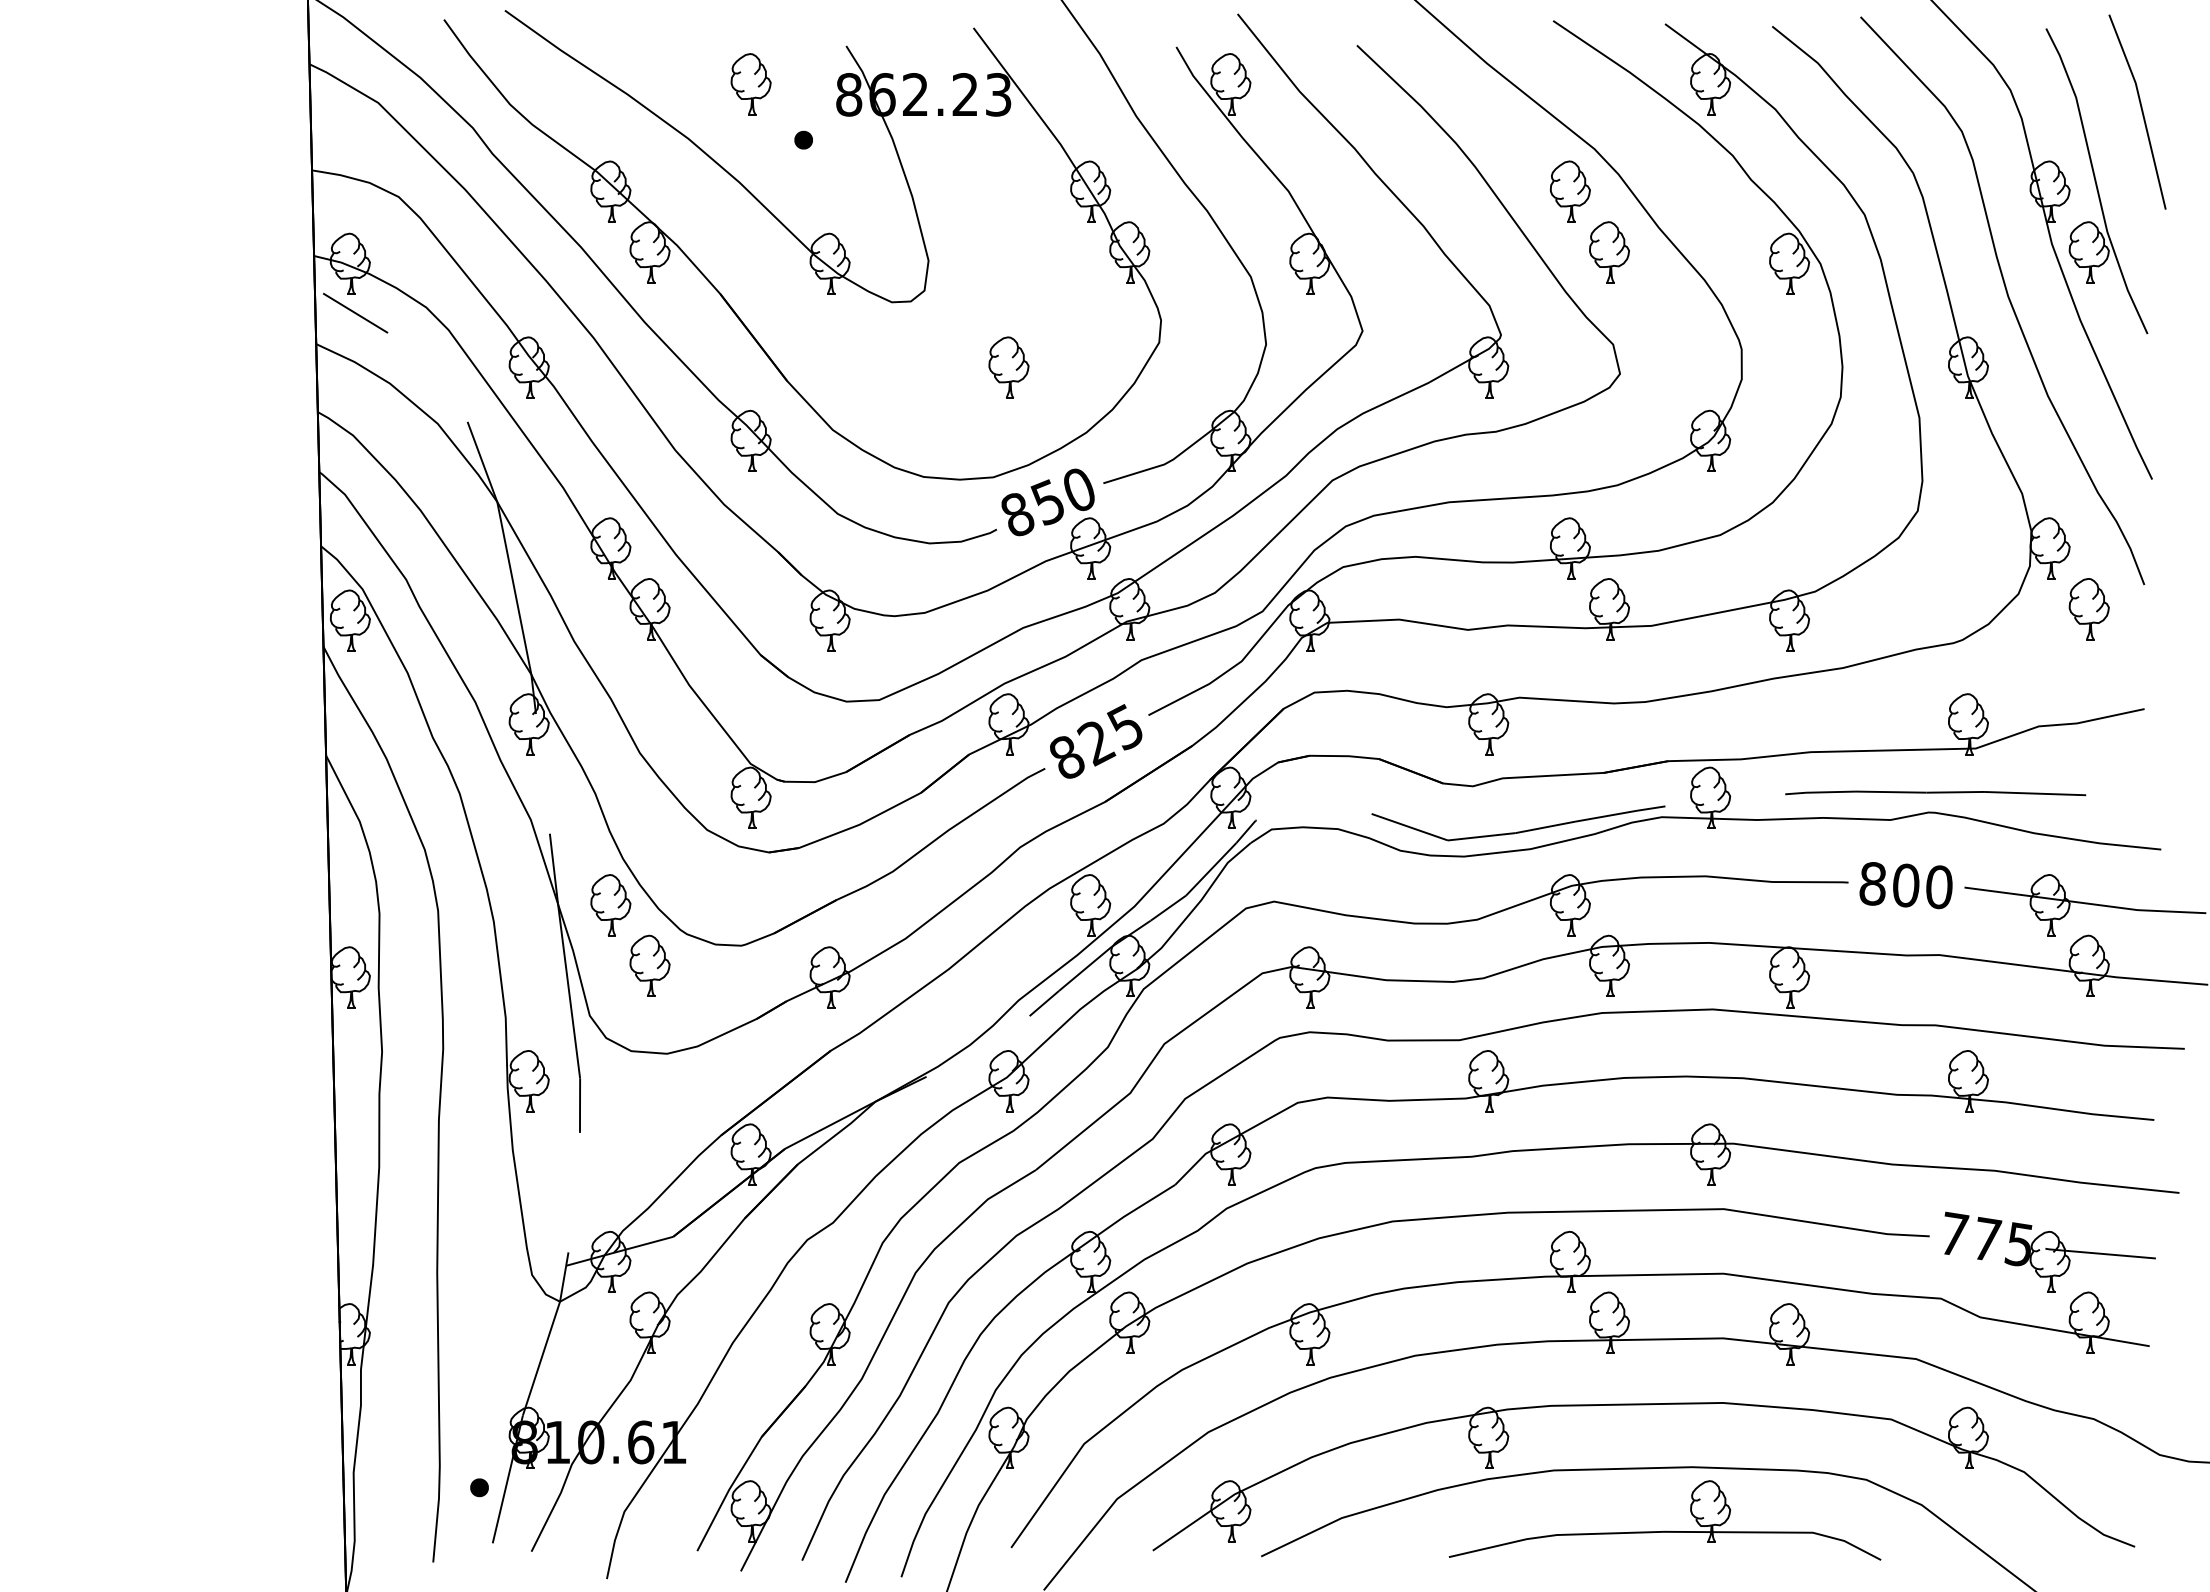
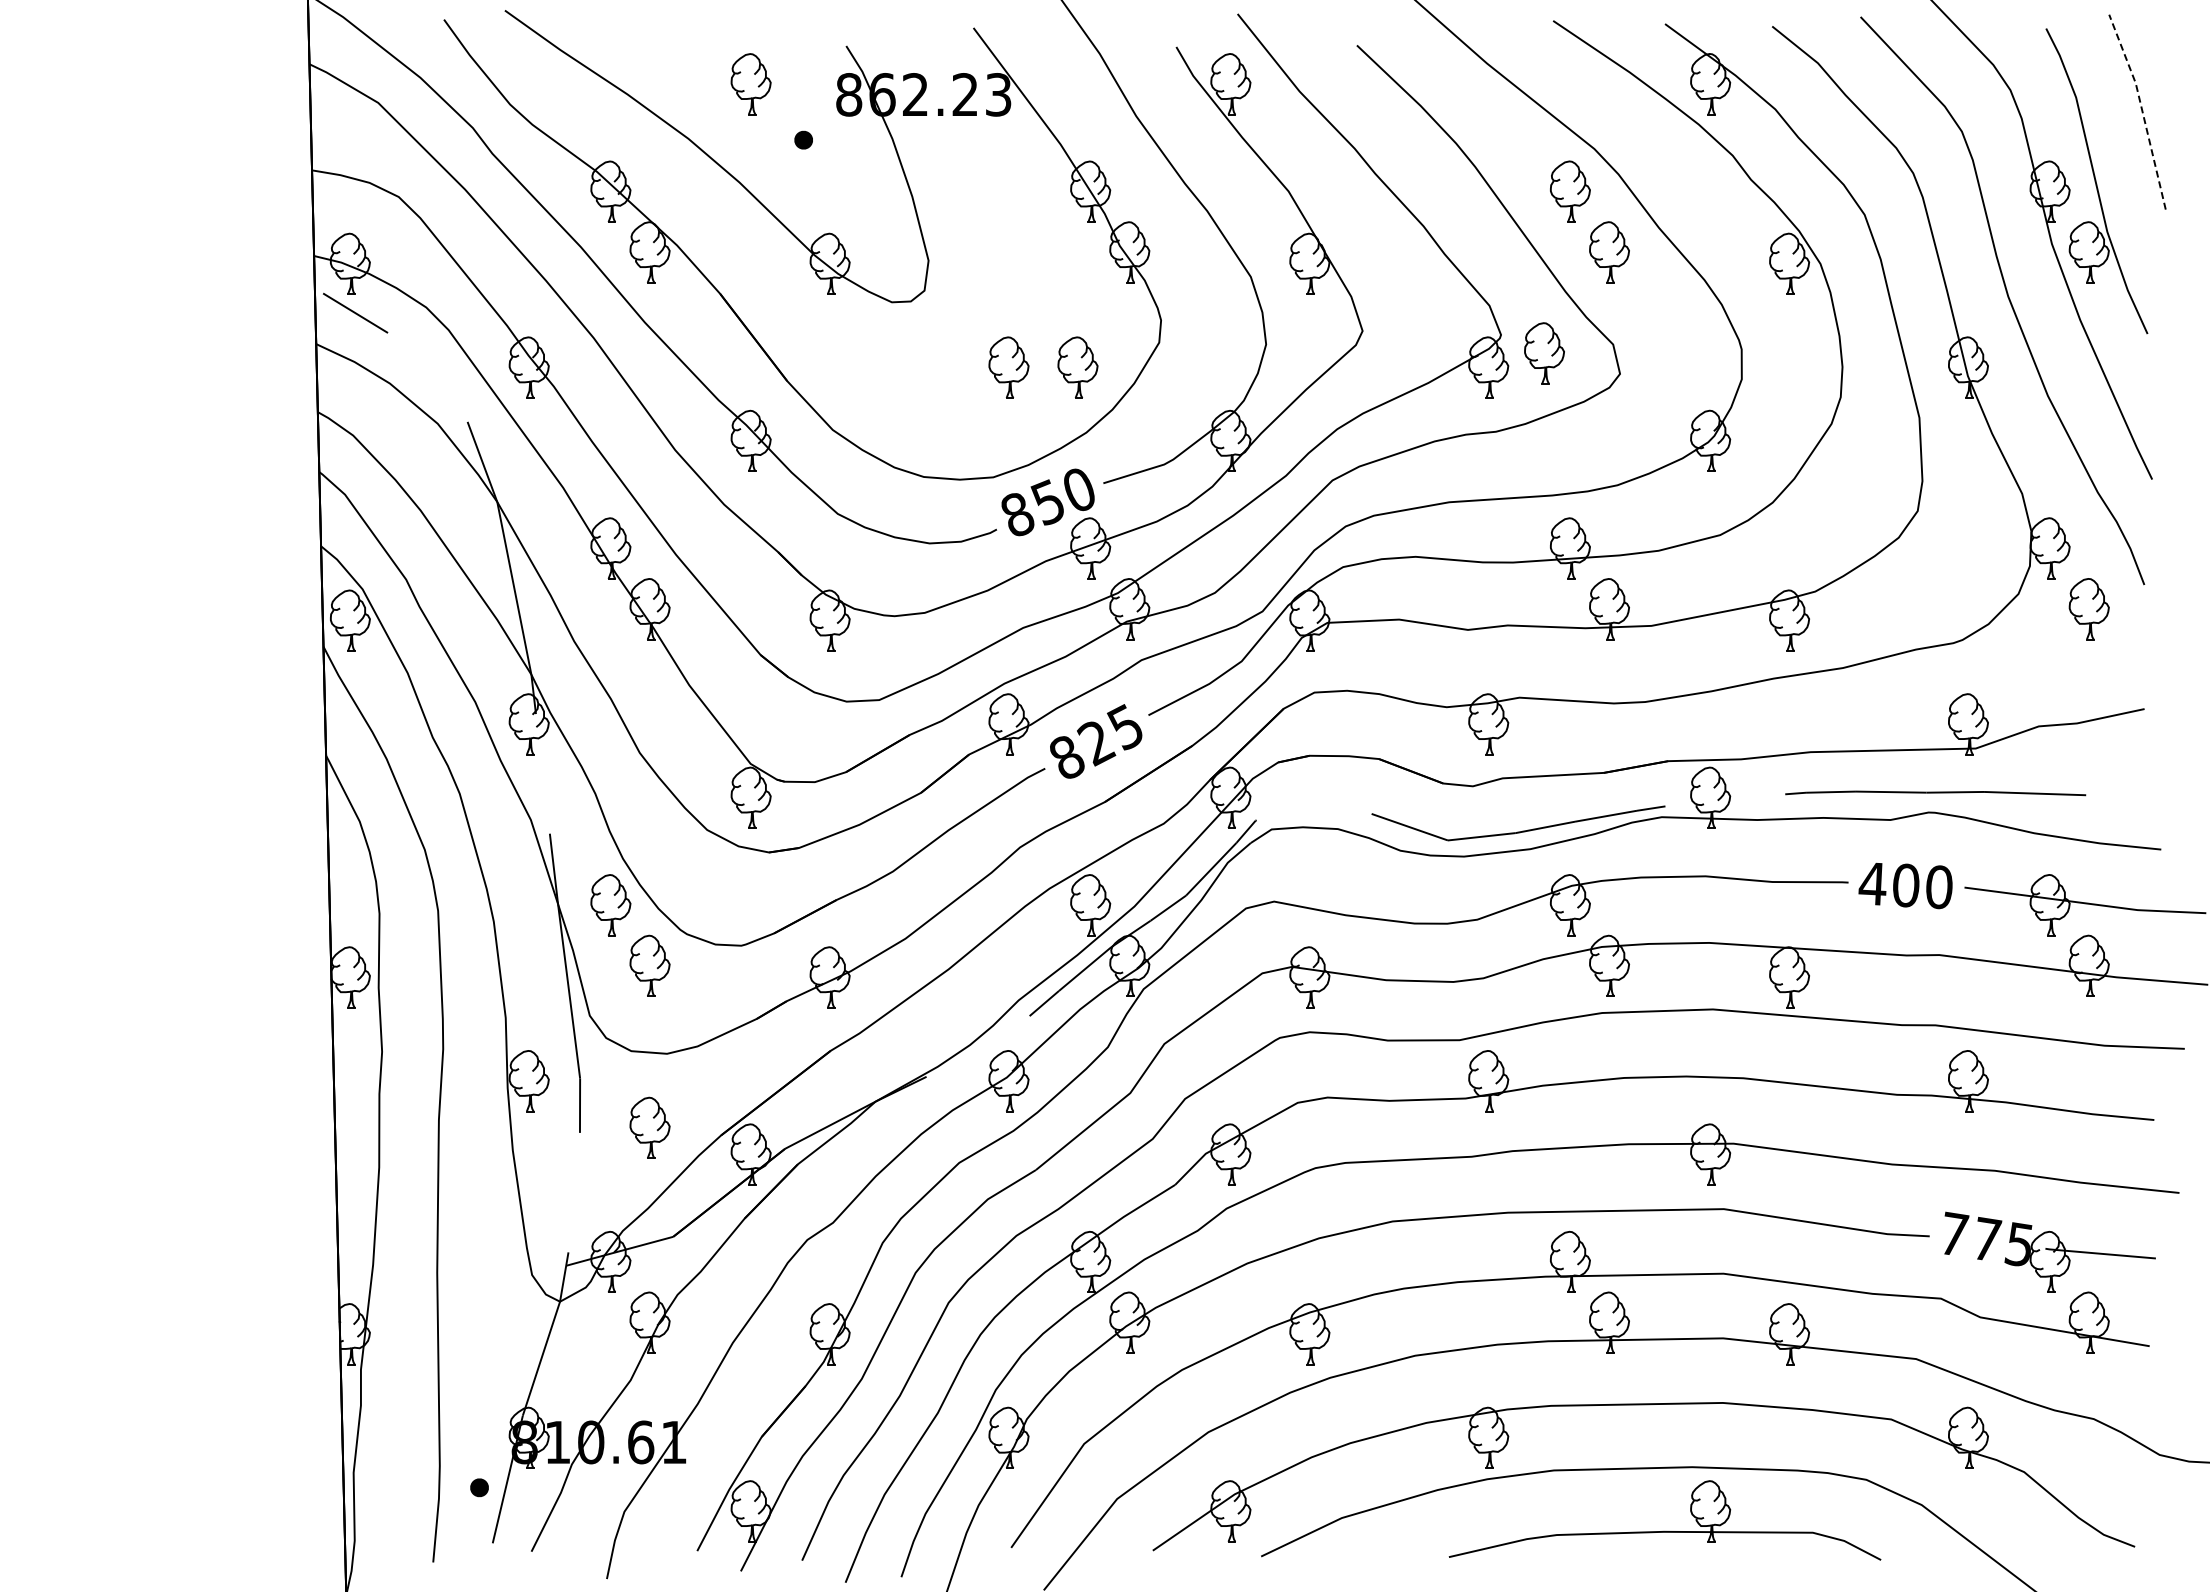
line at (2142, 109): solid -> dashed
part at (1544, 353): none -> present
part at (1077, 367): none -> present
text at (1872, 883): 800 -> 400
part at (649, 1127): none -> present
